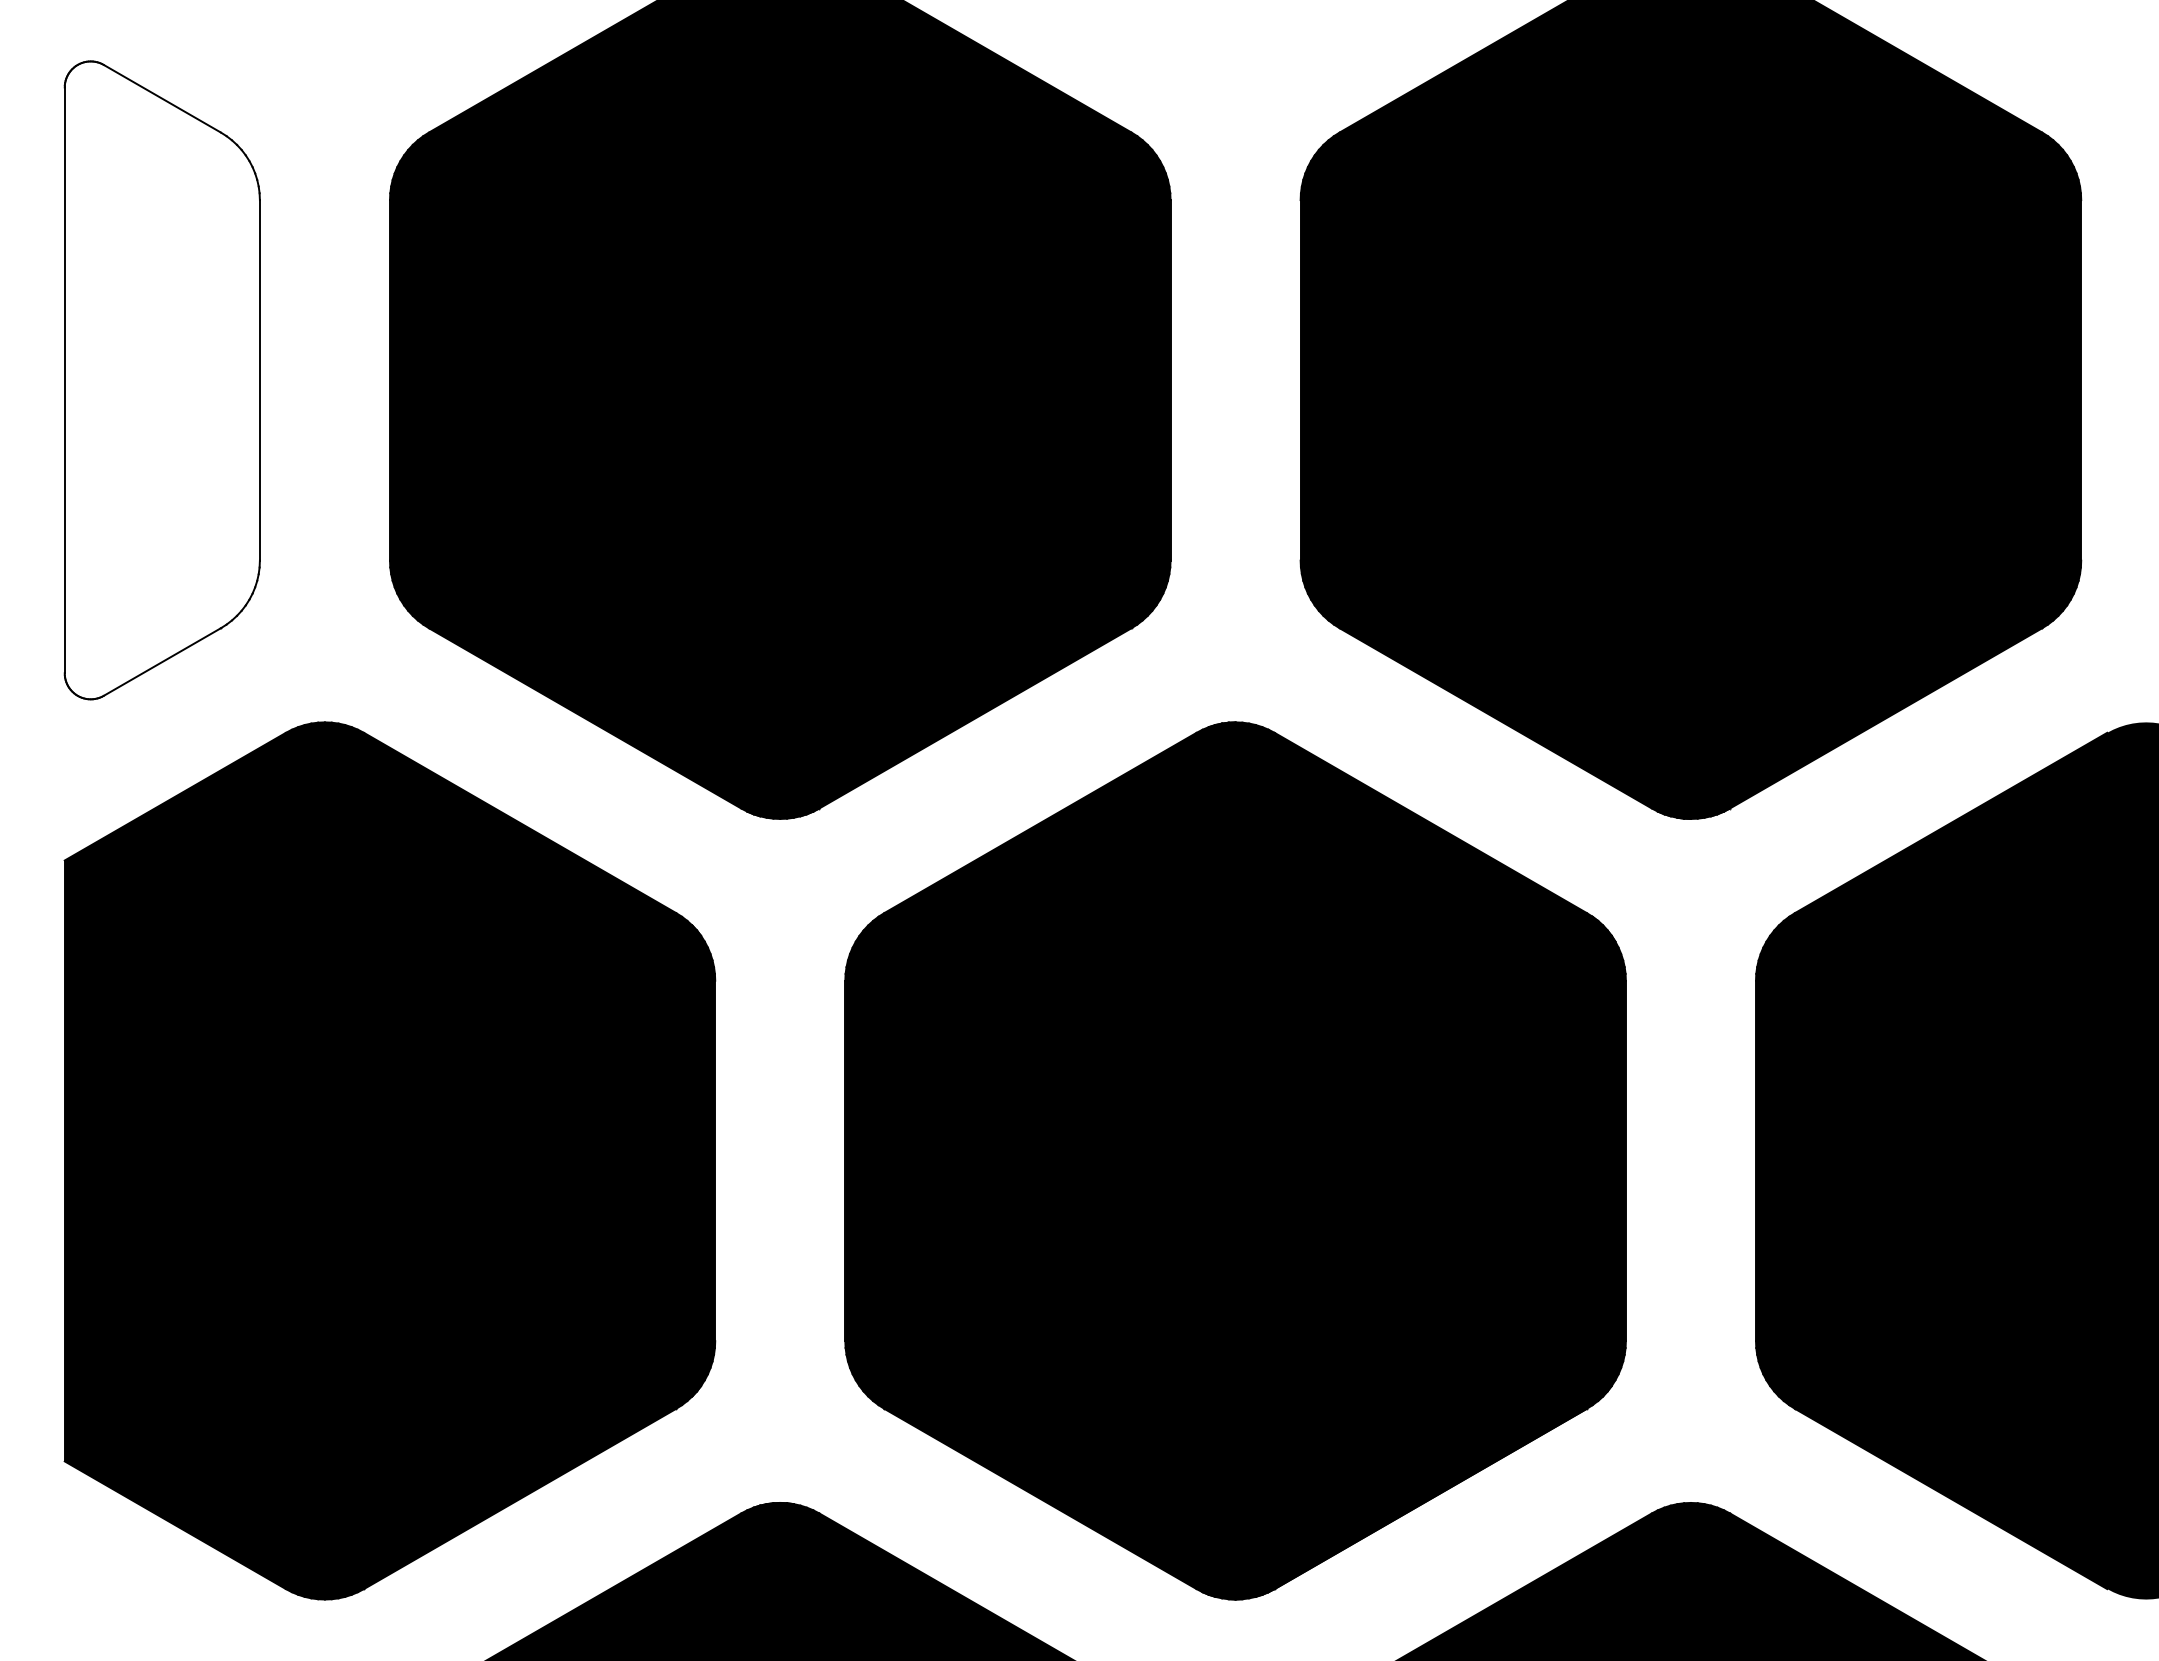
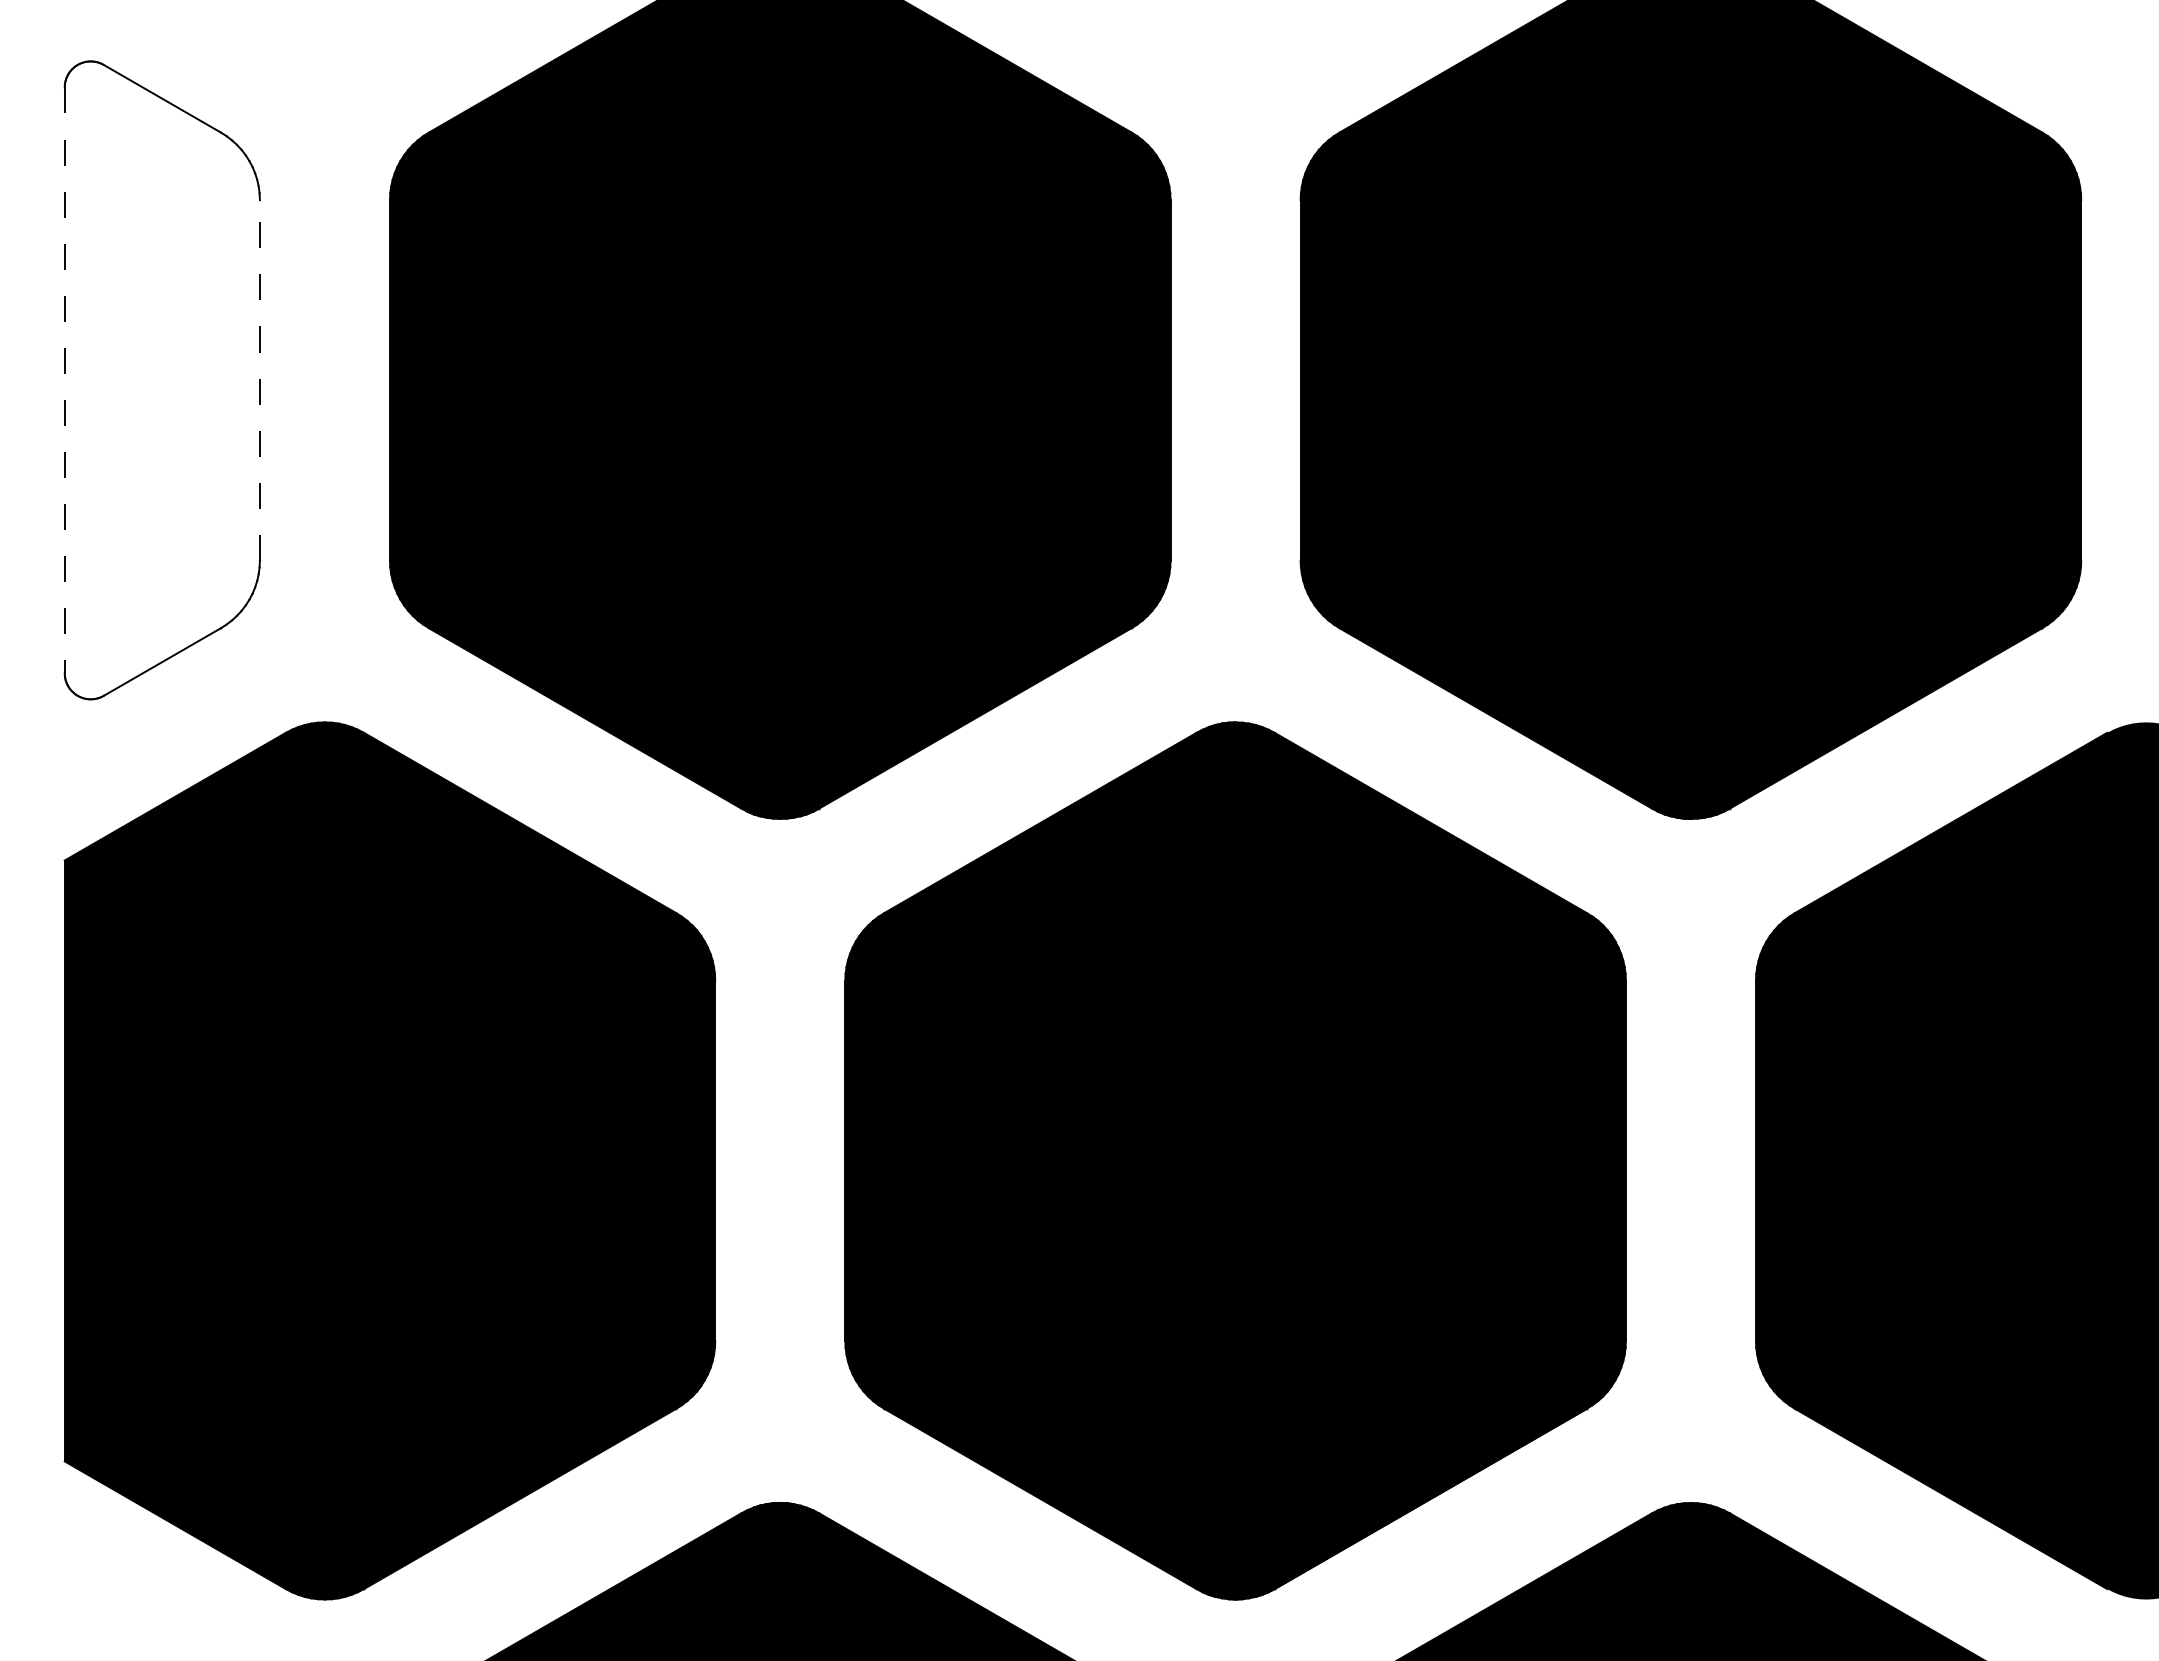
line at (259, 379): solid -> dashed
line at (64, 380): solid -> dashed
